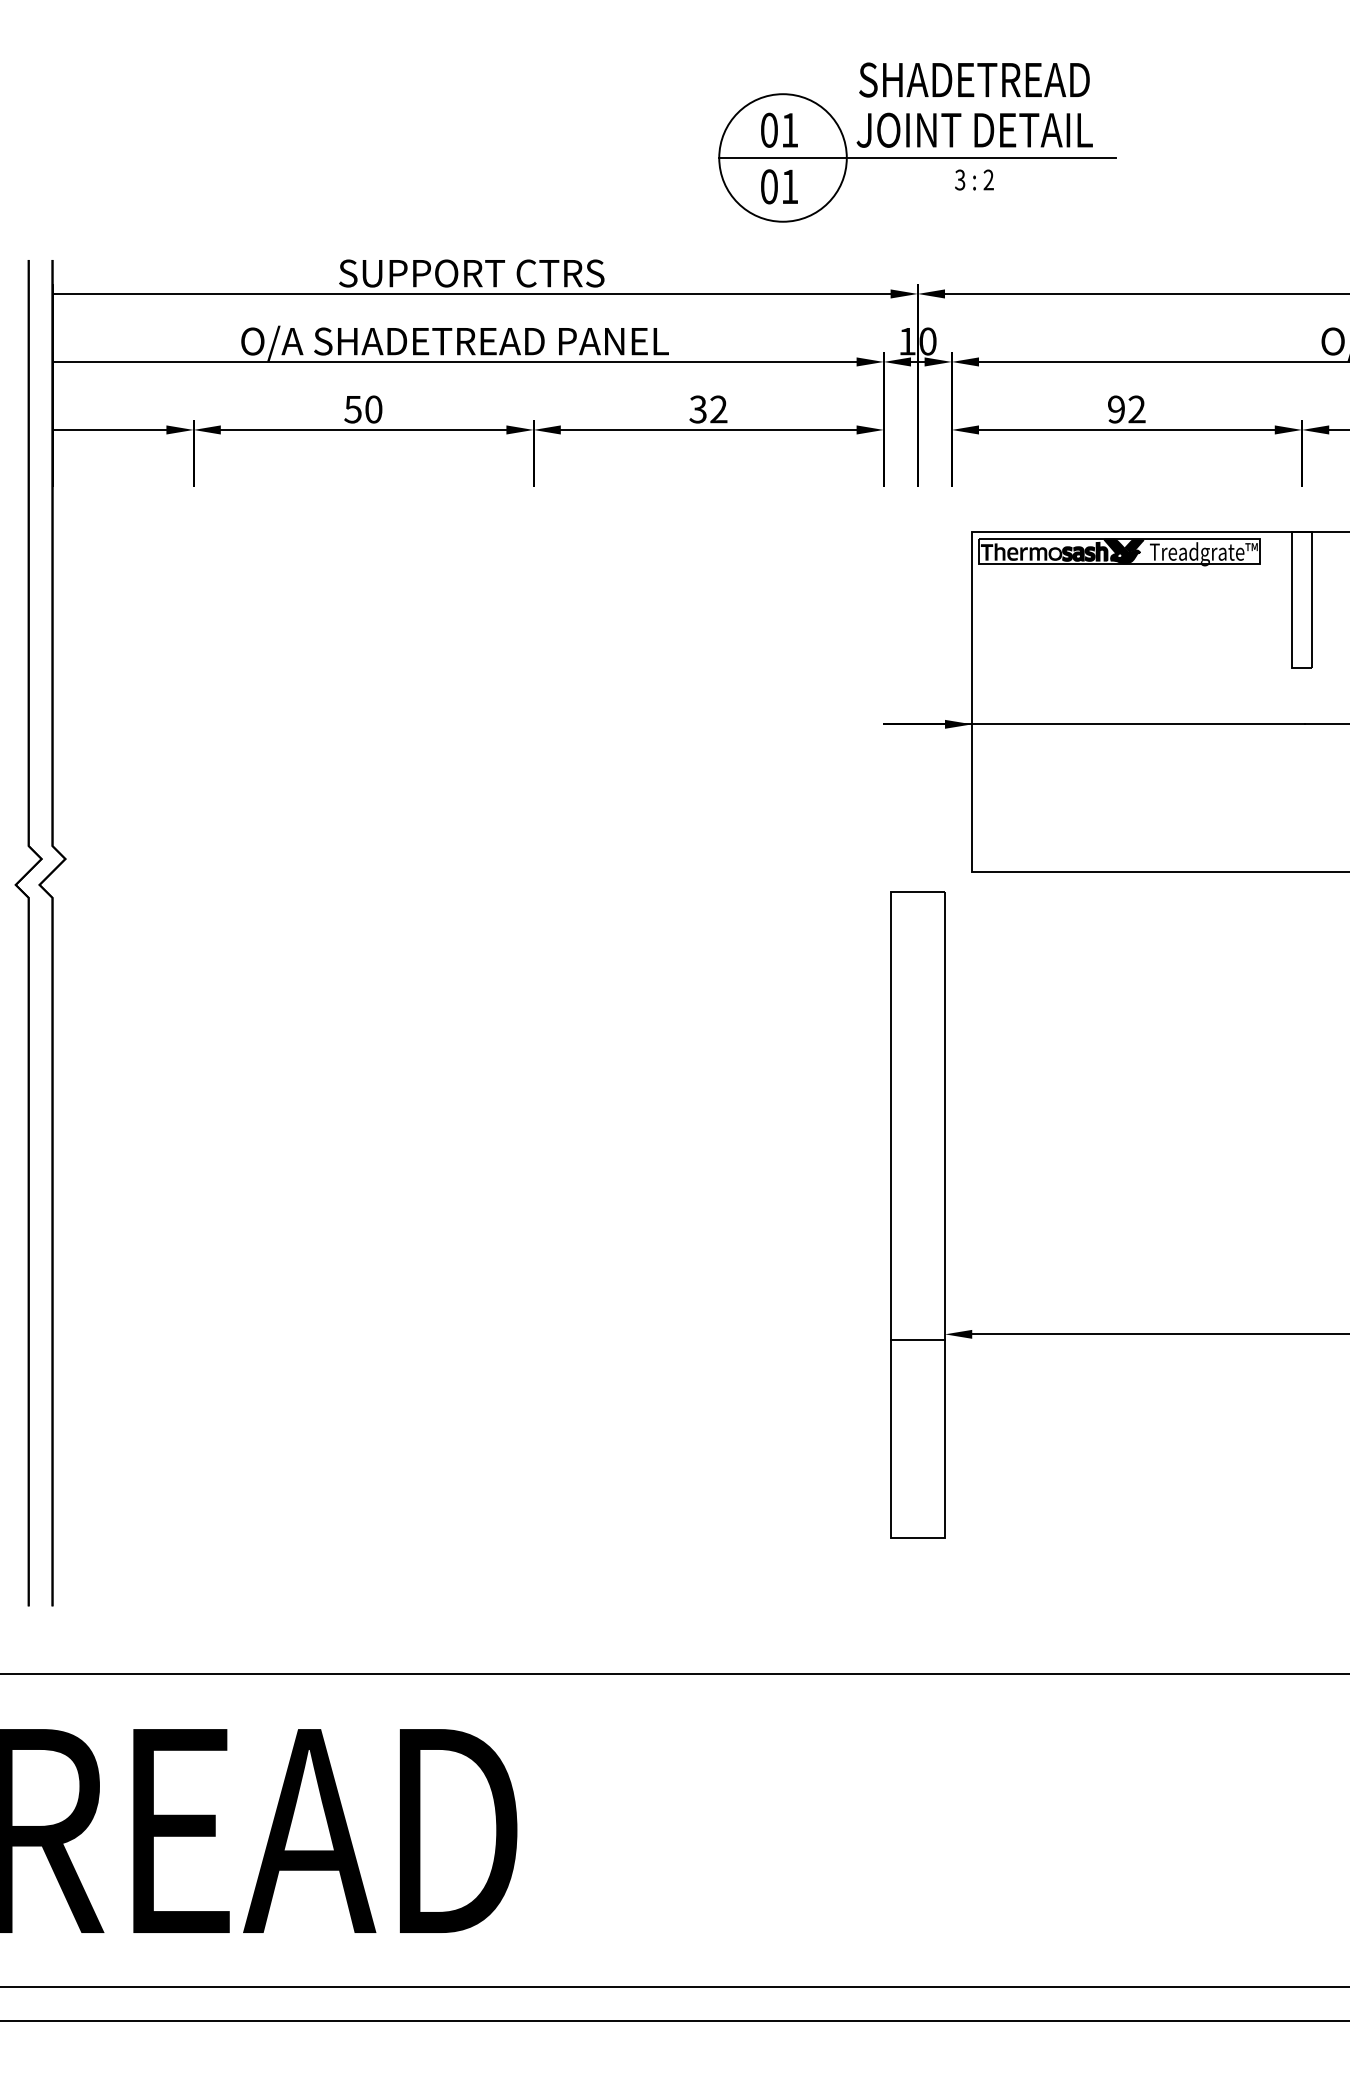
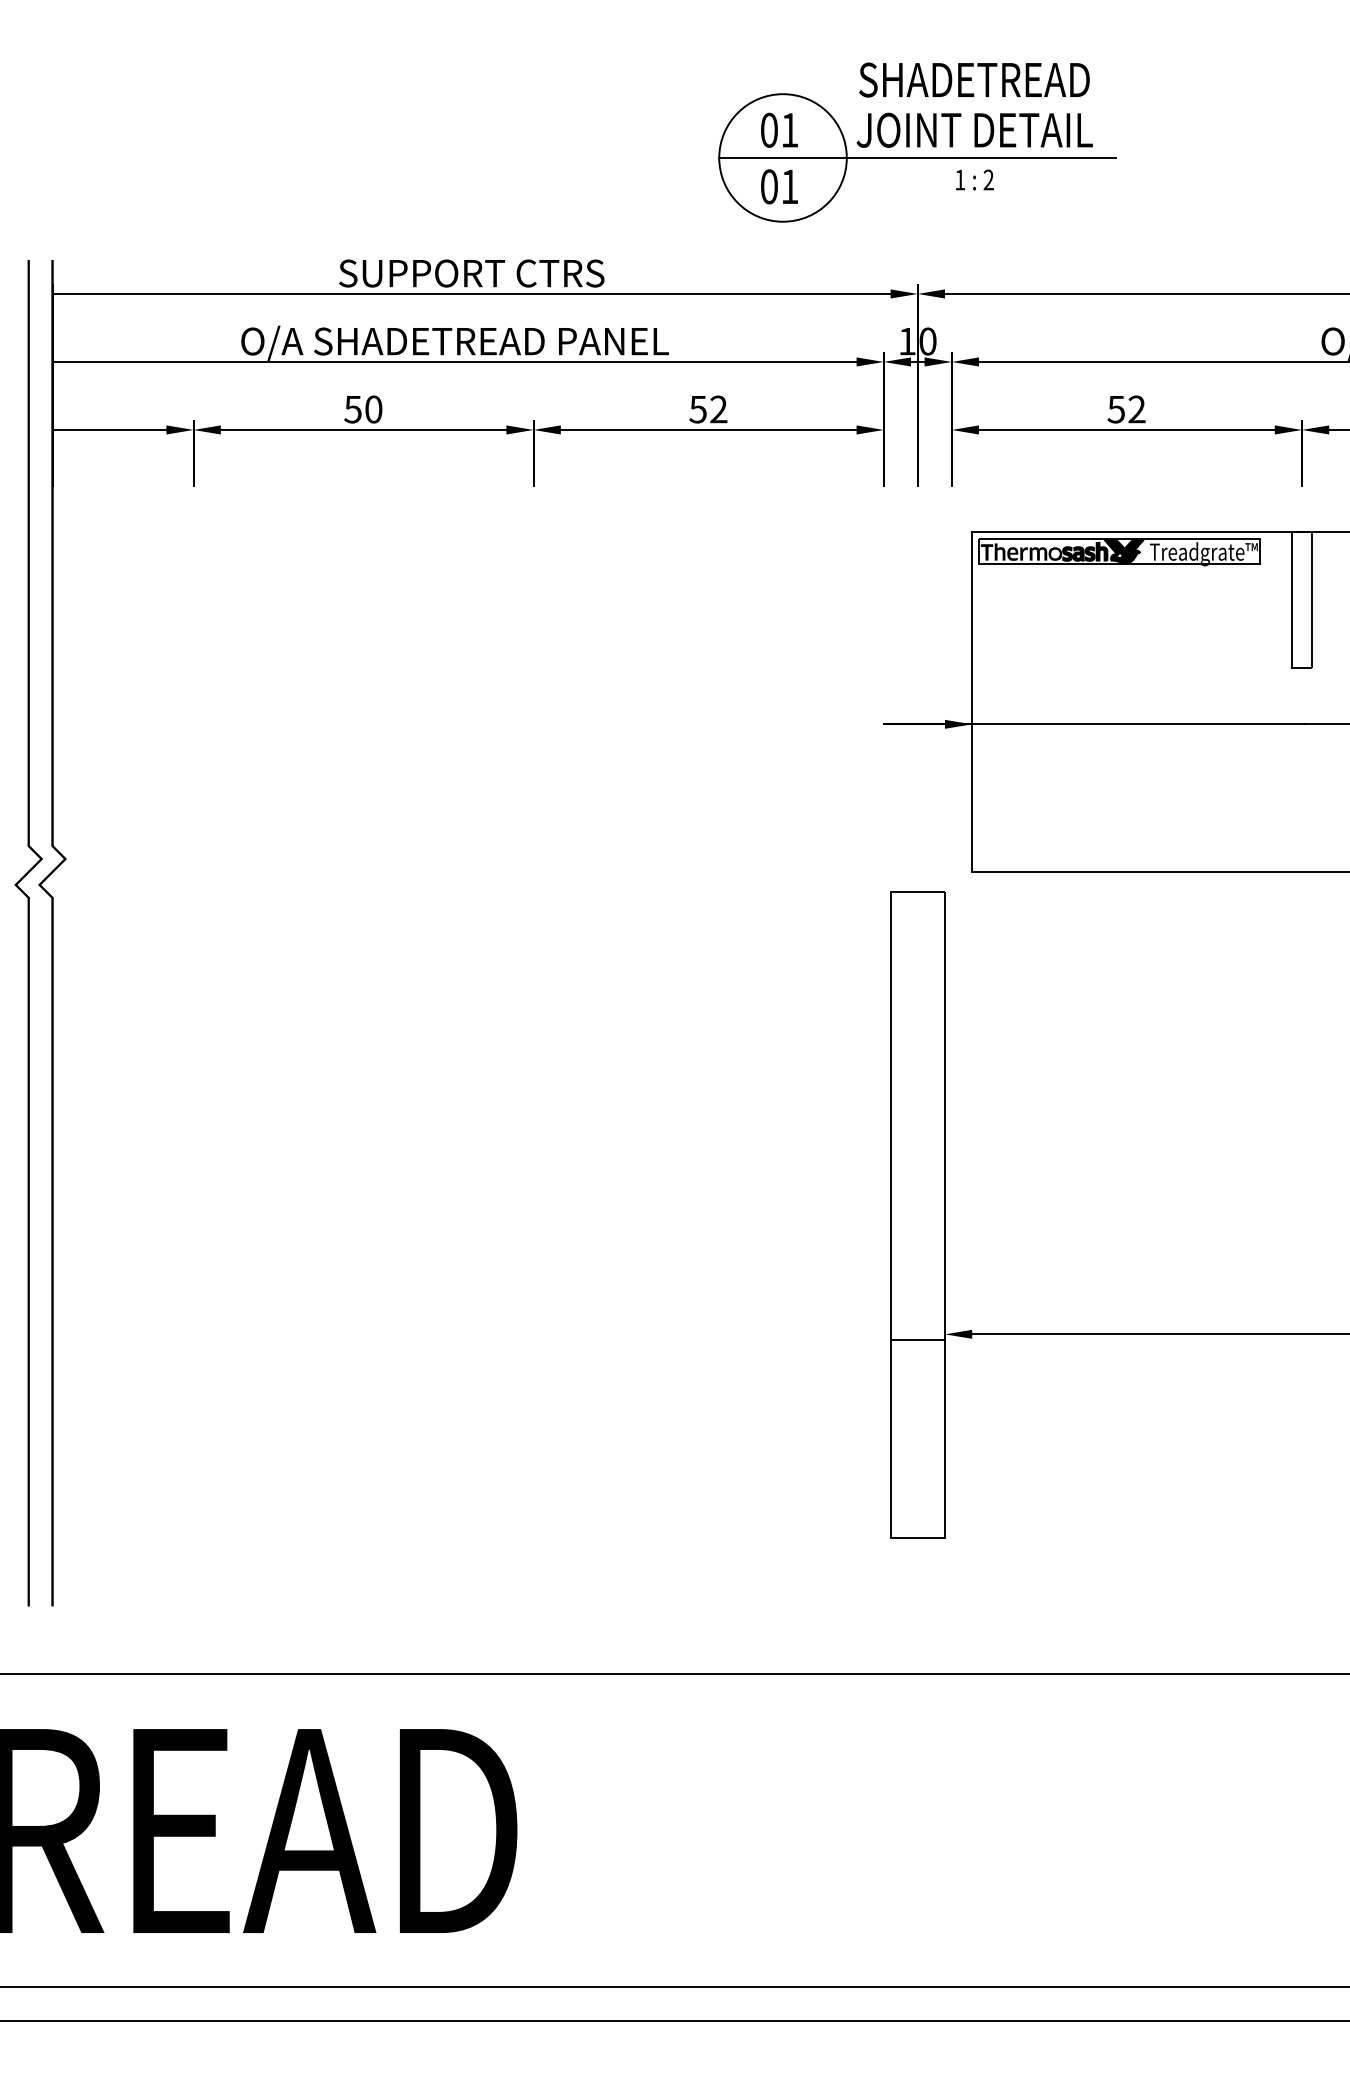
text at (960, 179): 3 -> 1
text at (697, 409): 32 -> 52
text at (1115, 409): 92 -> 52
